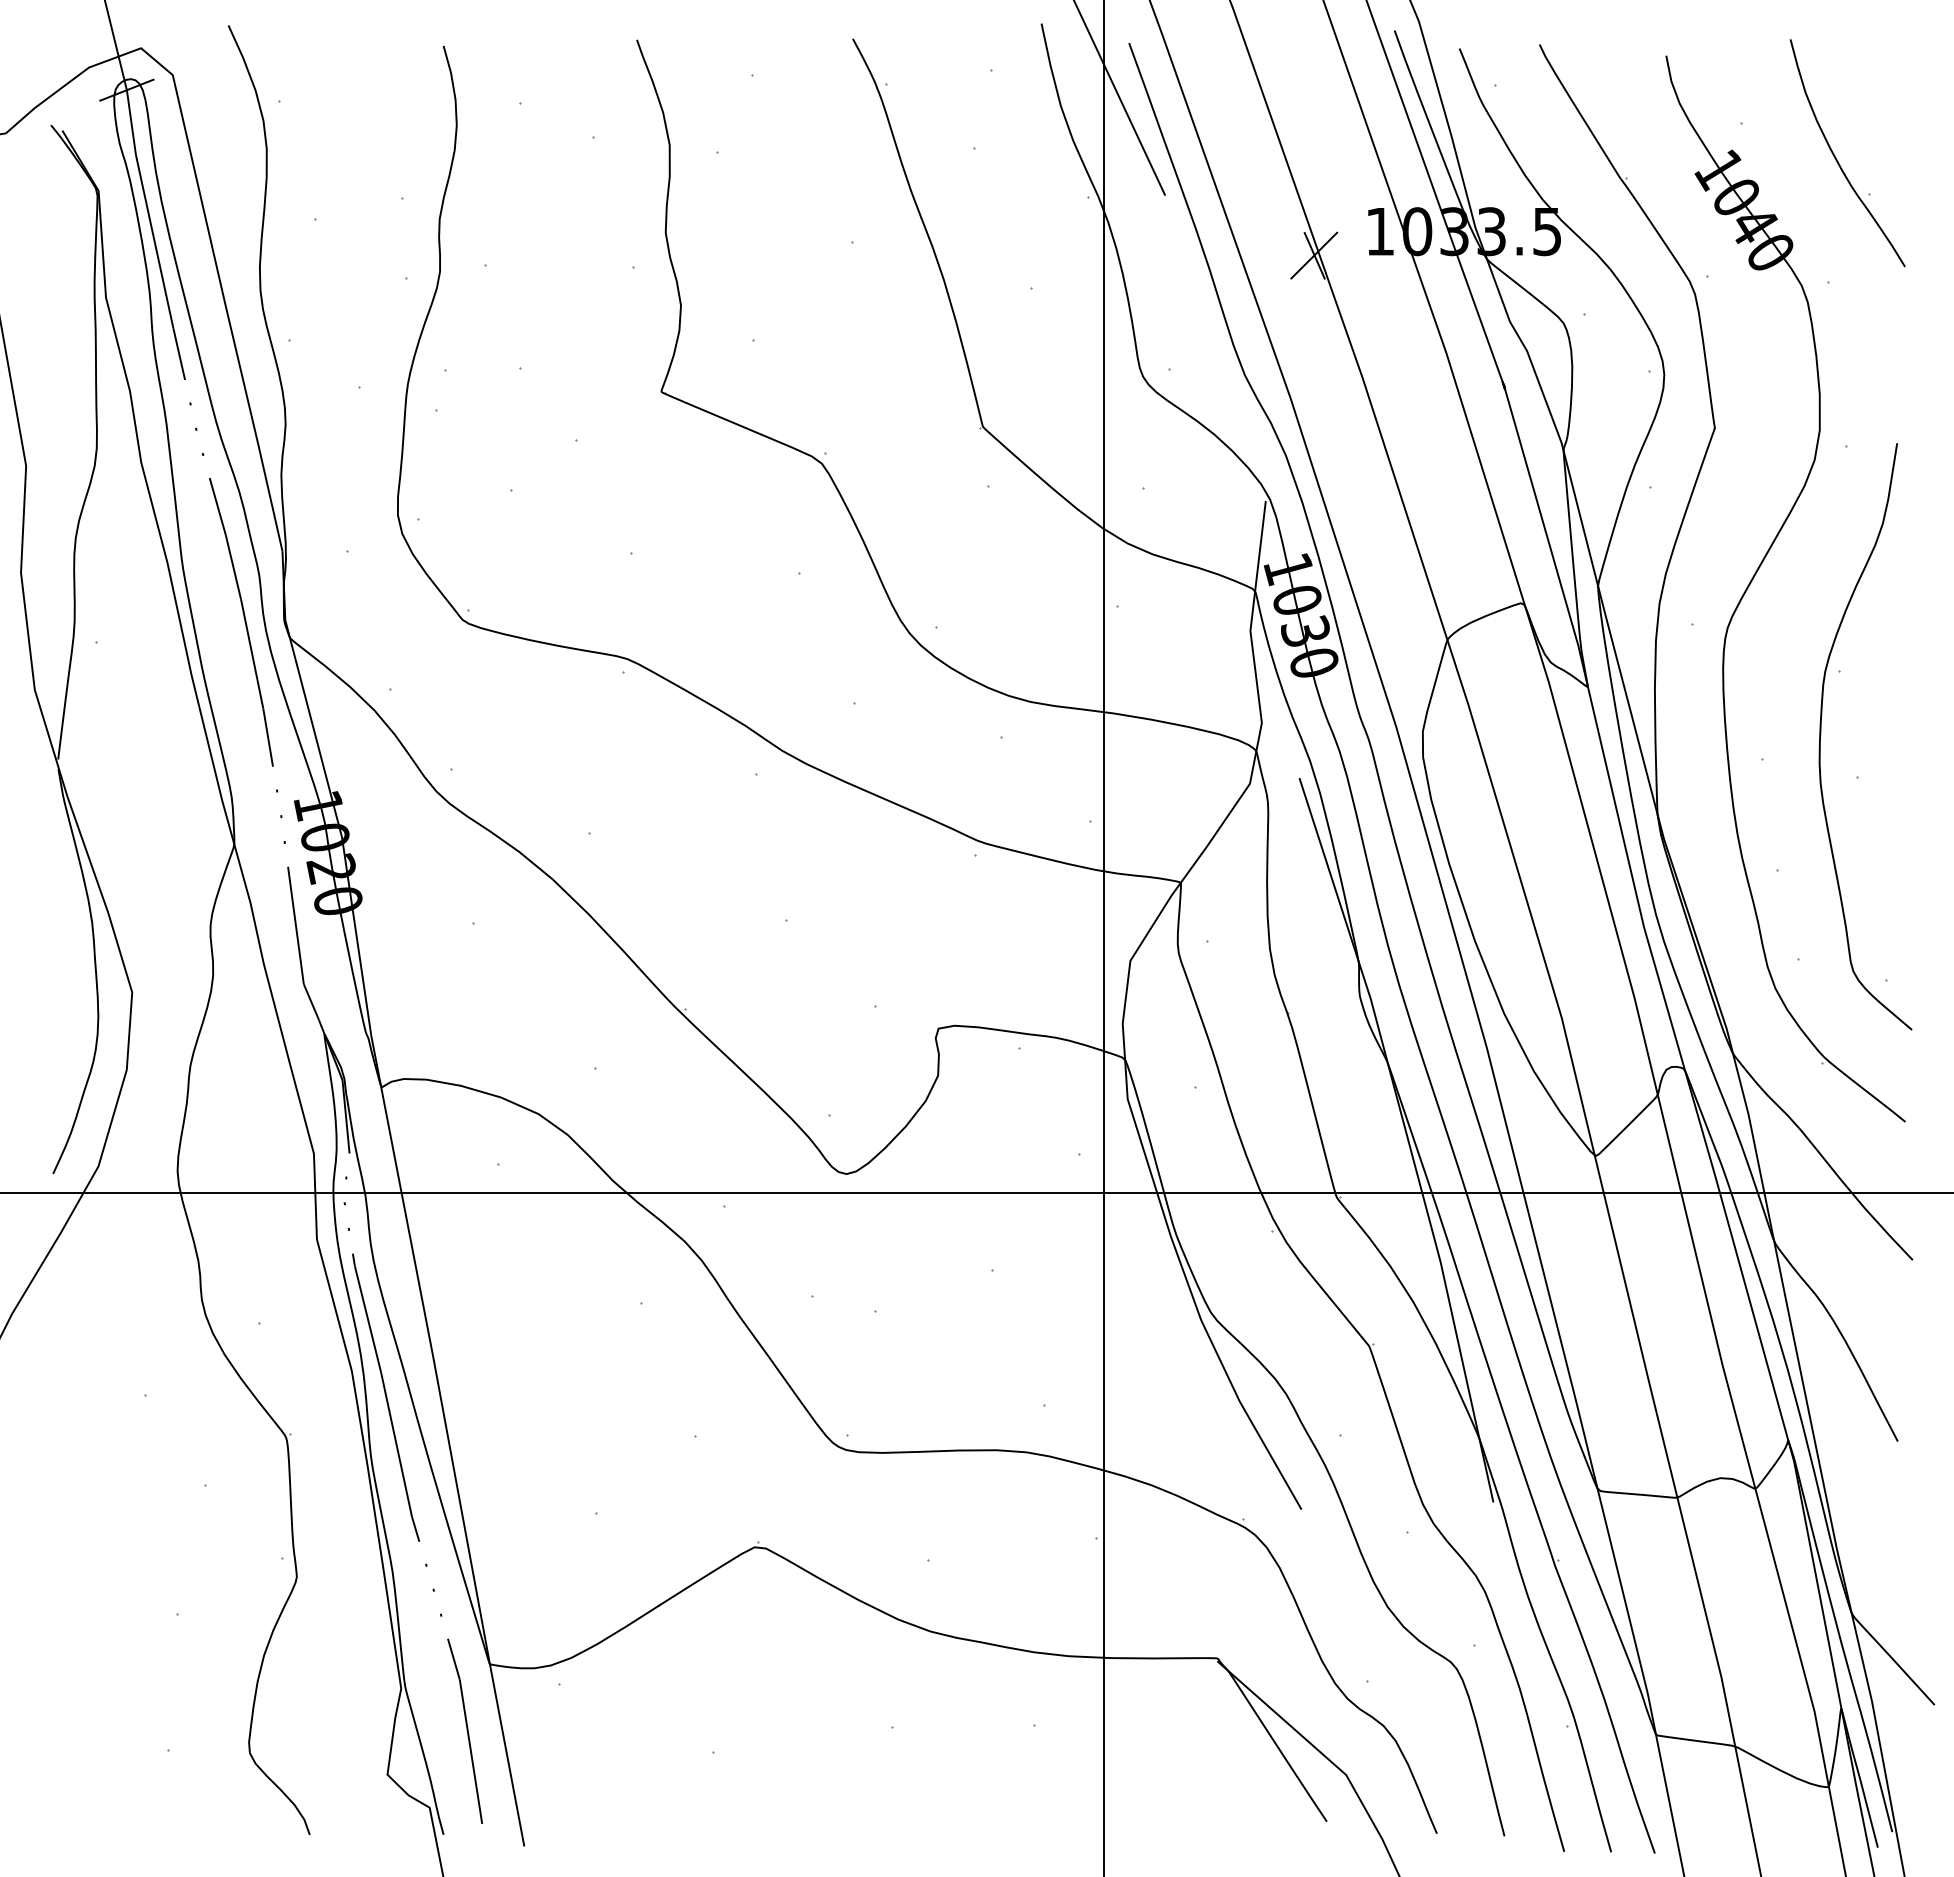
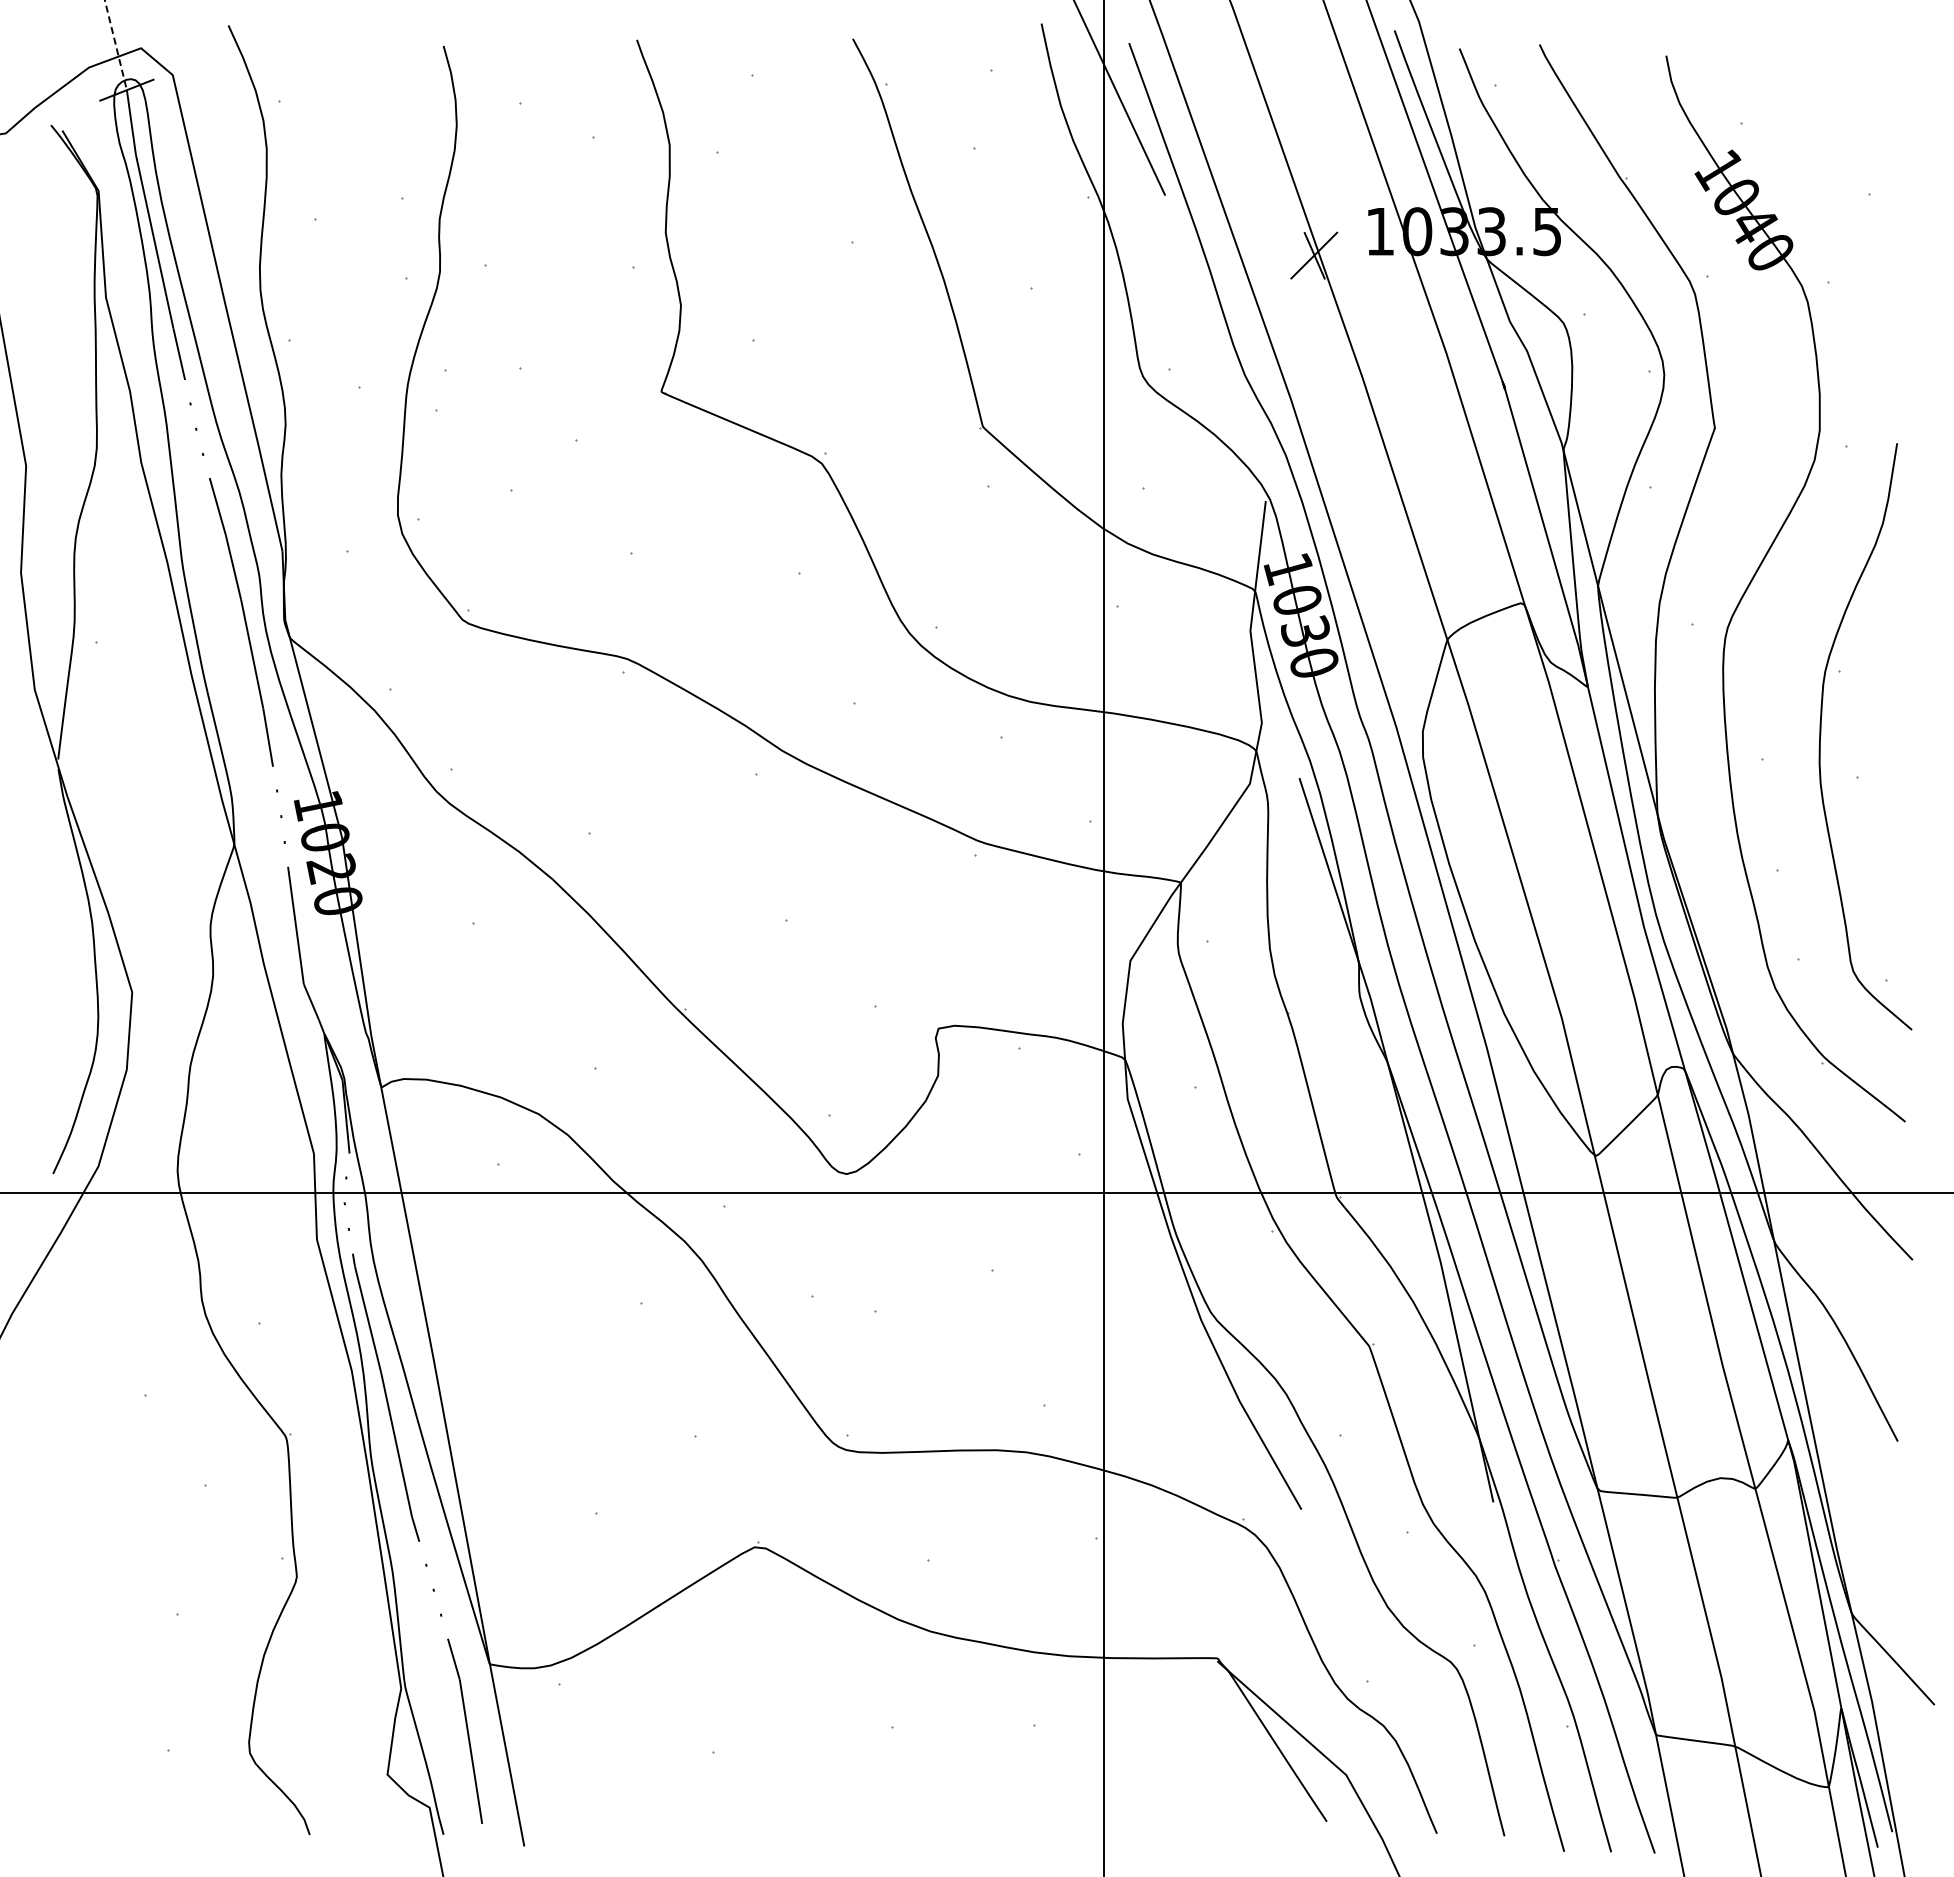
line at (115, 45): solid -> dashed
curve at (1837, 159): present -> none
